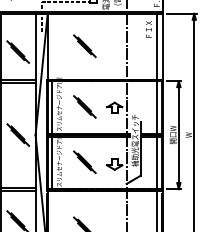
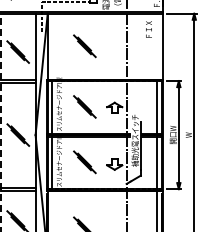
line at (156, 46): present -> none
line at (1, 122): solid -> dashed
